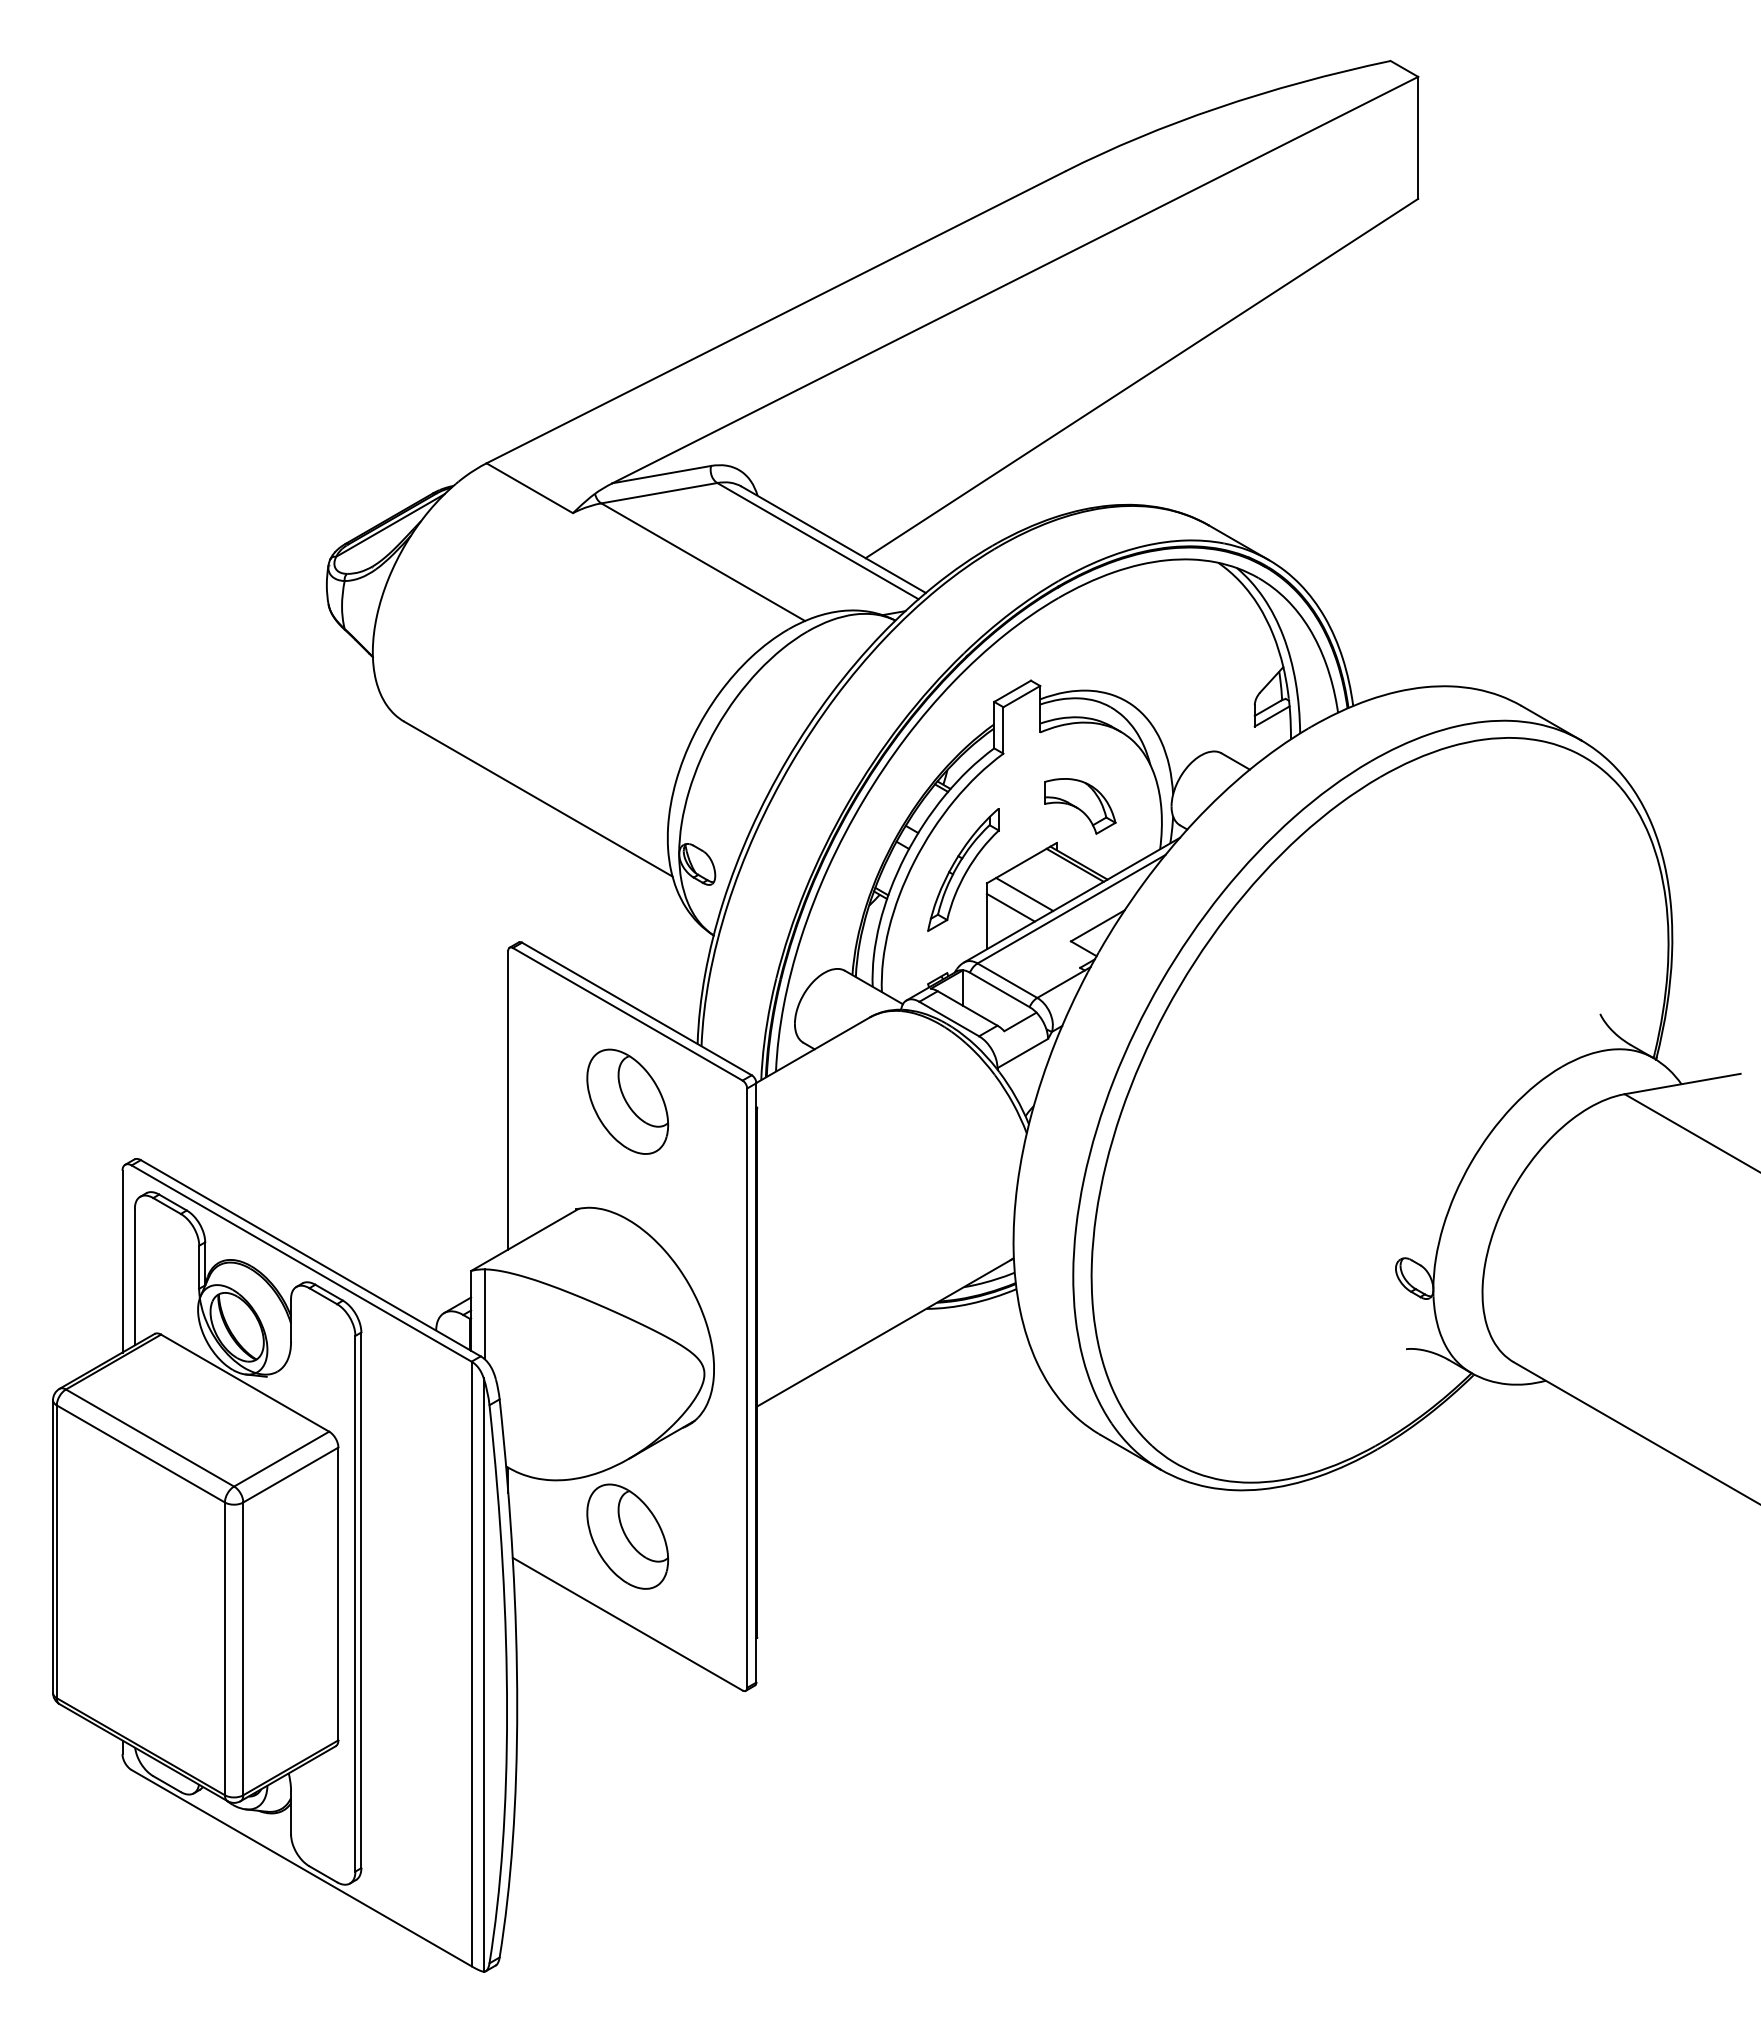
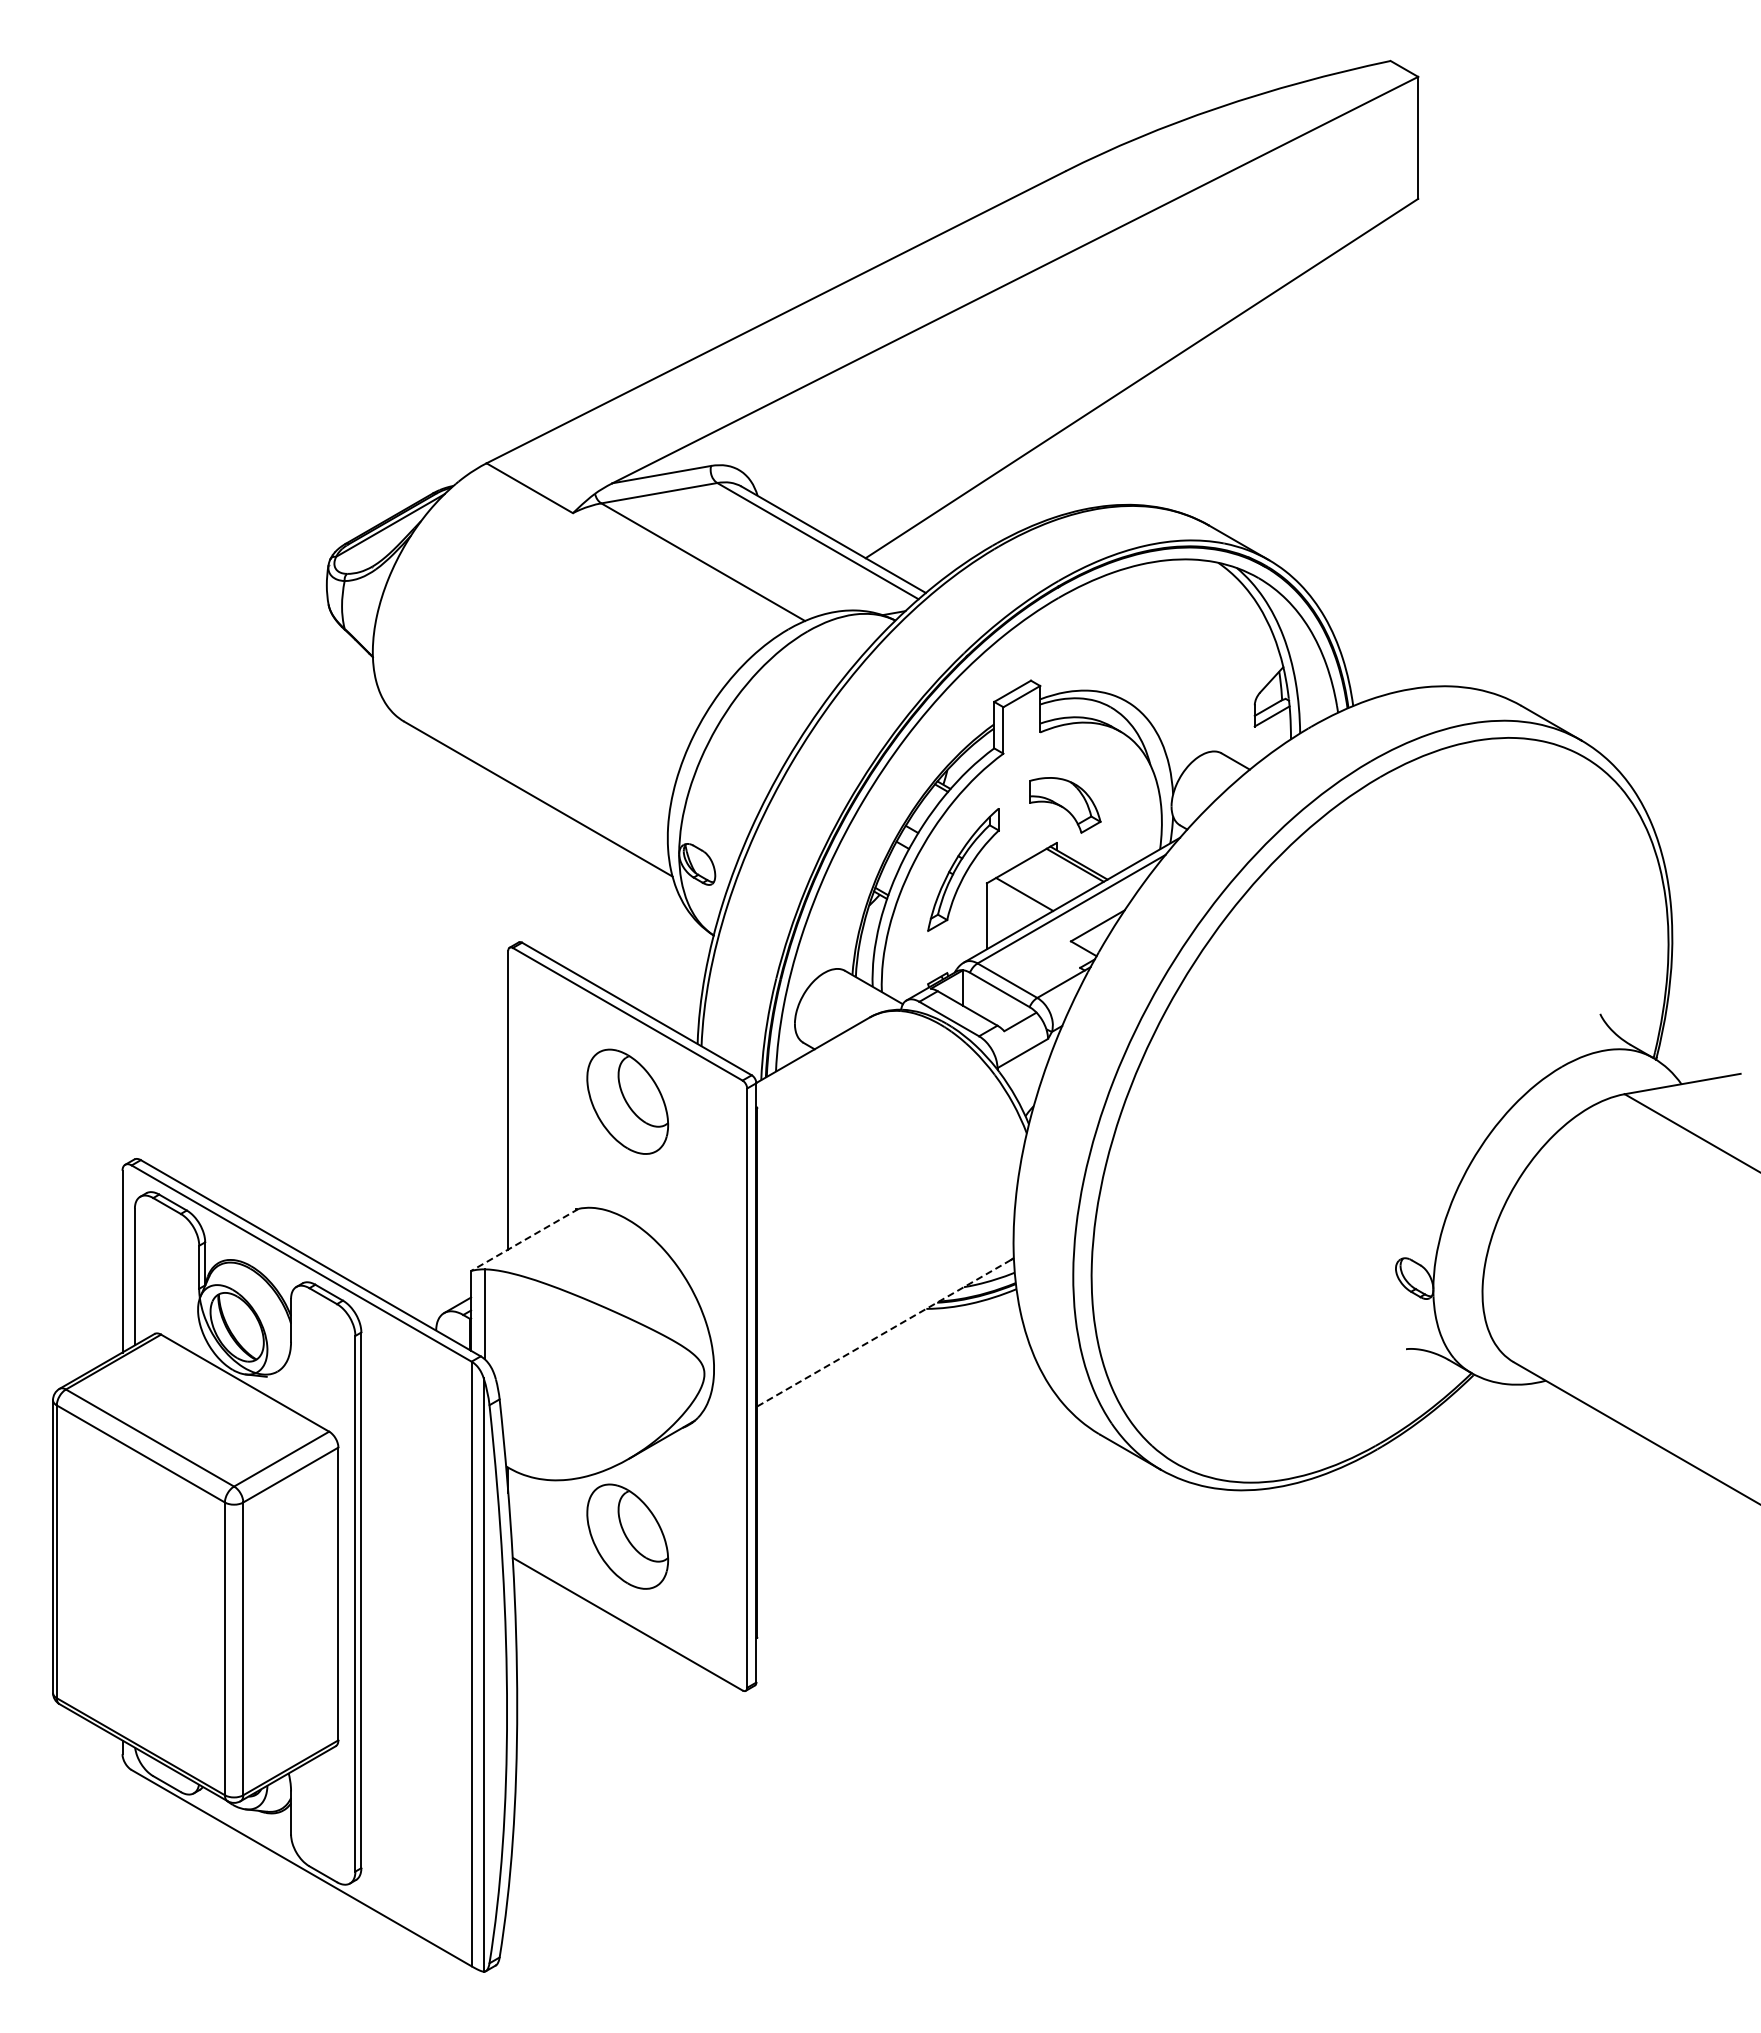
part at (1080, 806) position: (1080, 806) -> (1065, 805)
line at (1010, 907): present -> none
line at (524, 1240): solid -> dashed
line at (884, 1333): solid -> dashed
